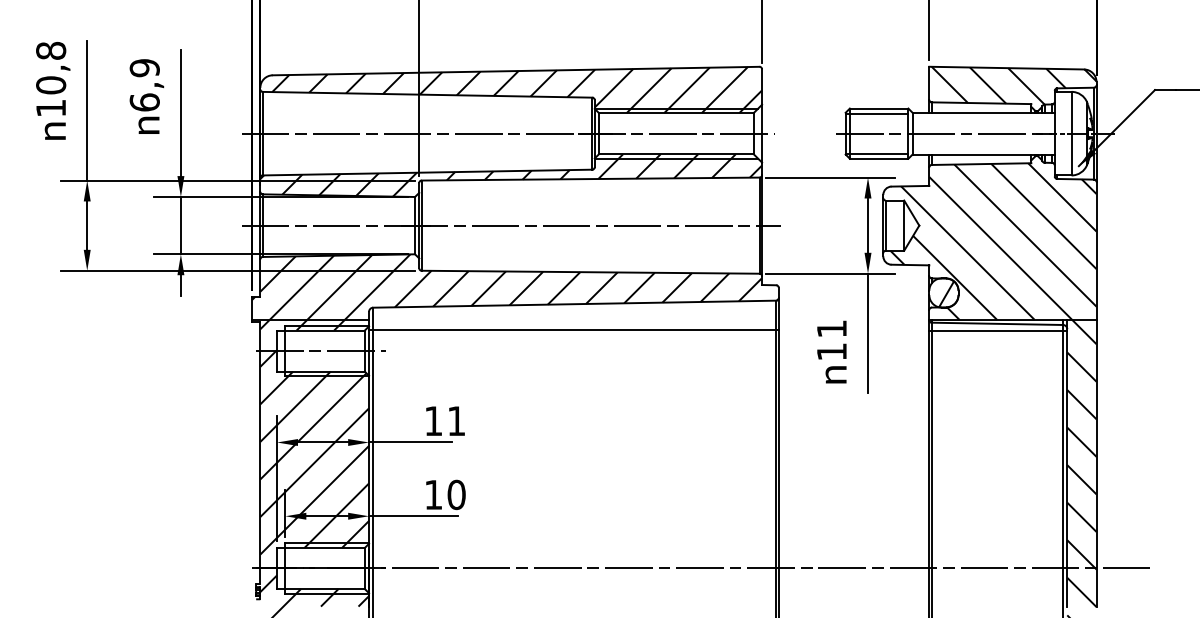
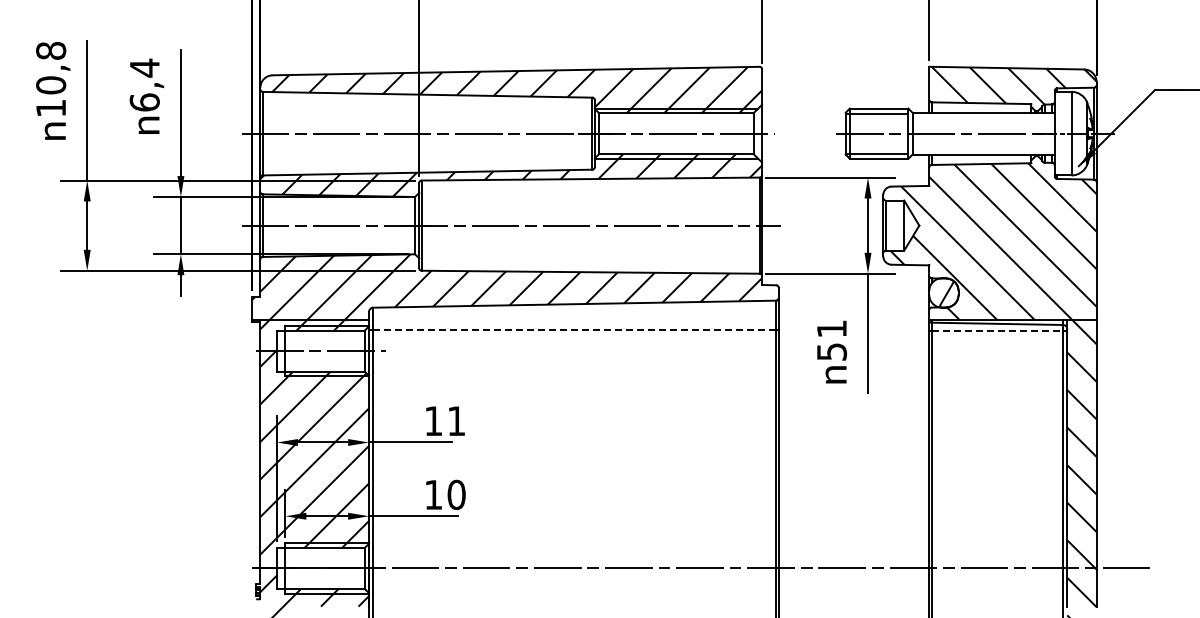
text at (144, 67): 6,9 -> 6,4
line at (574, 330): solid -> dashed
line at (997, 331): solid -> dashed
text at (832, 351): 11 -> 51
